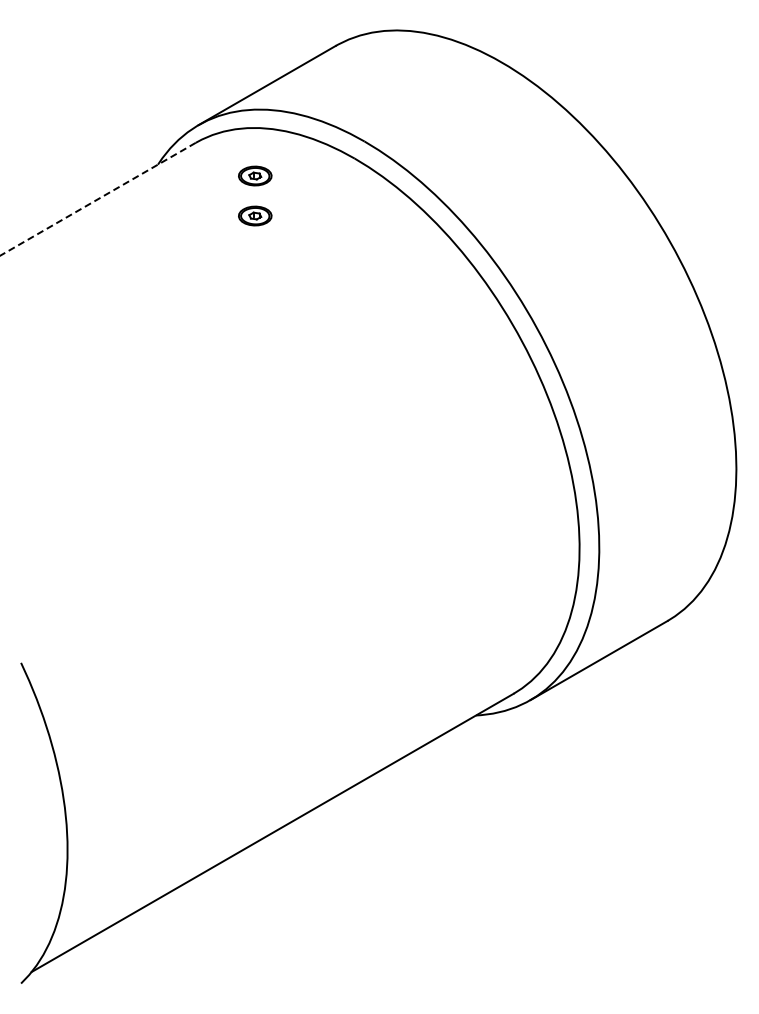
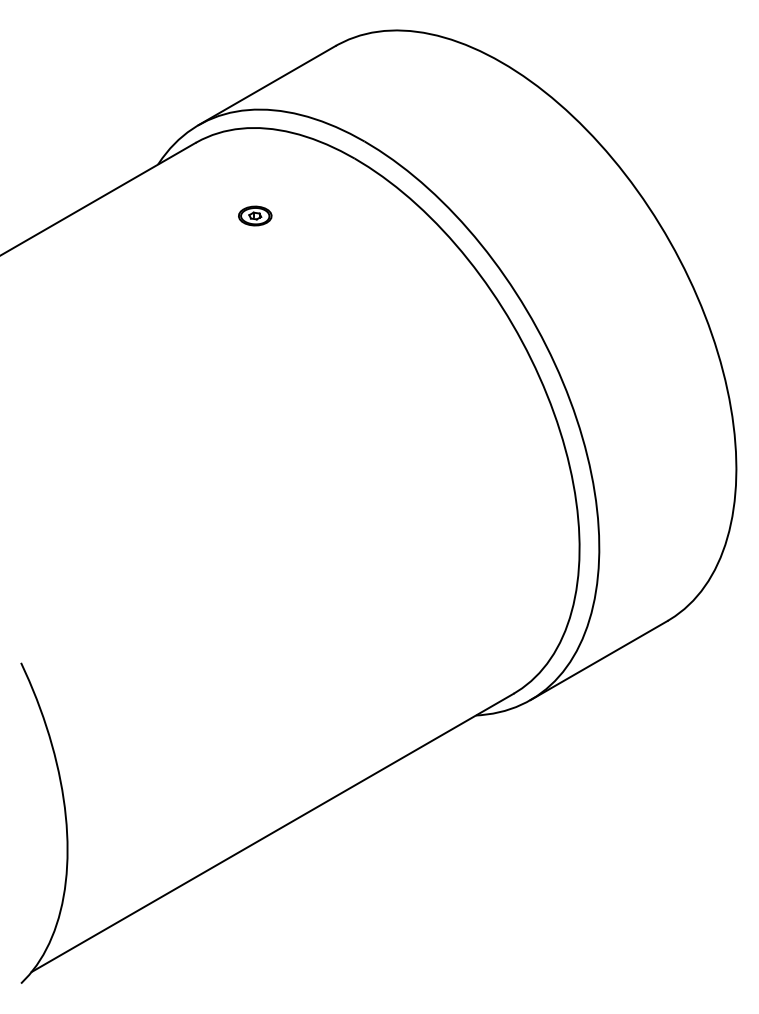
part at (255, 175): present -> none
line at (97, 199): dashed -> solid
